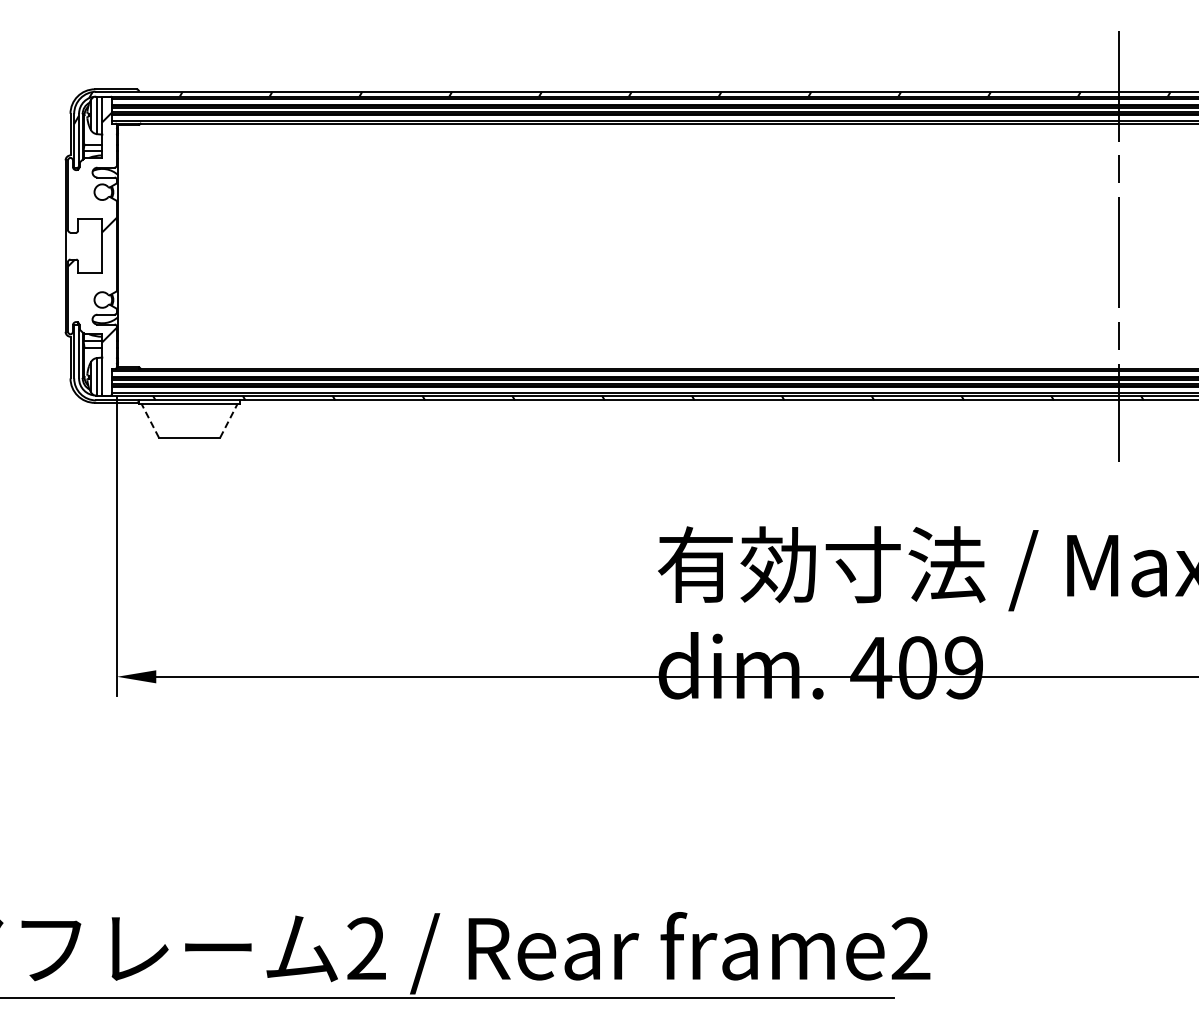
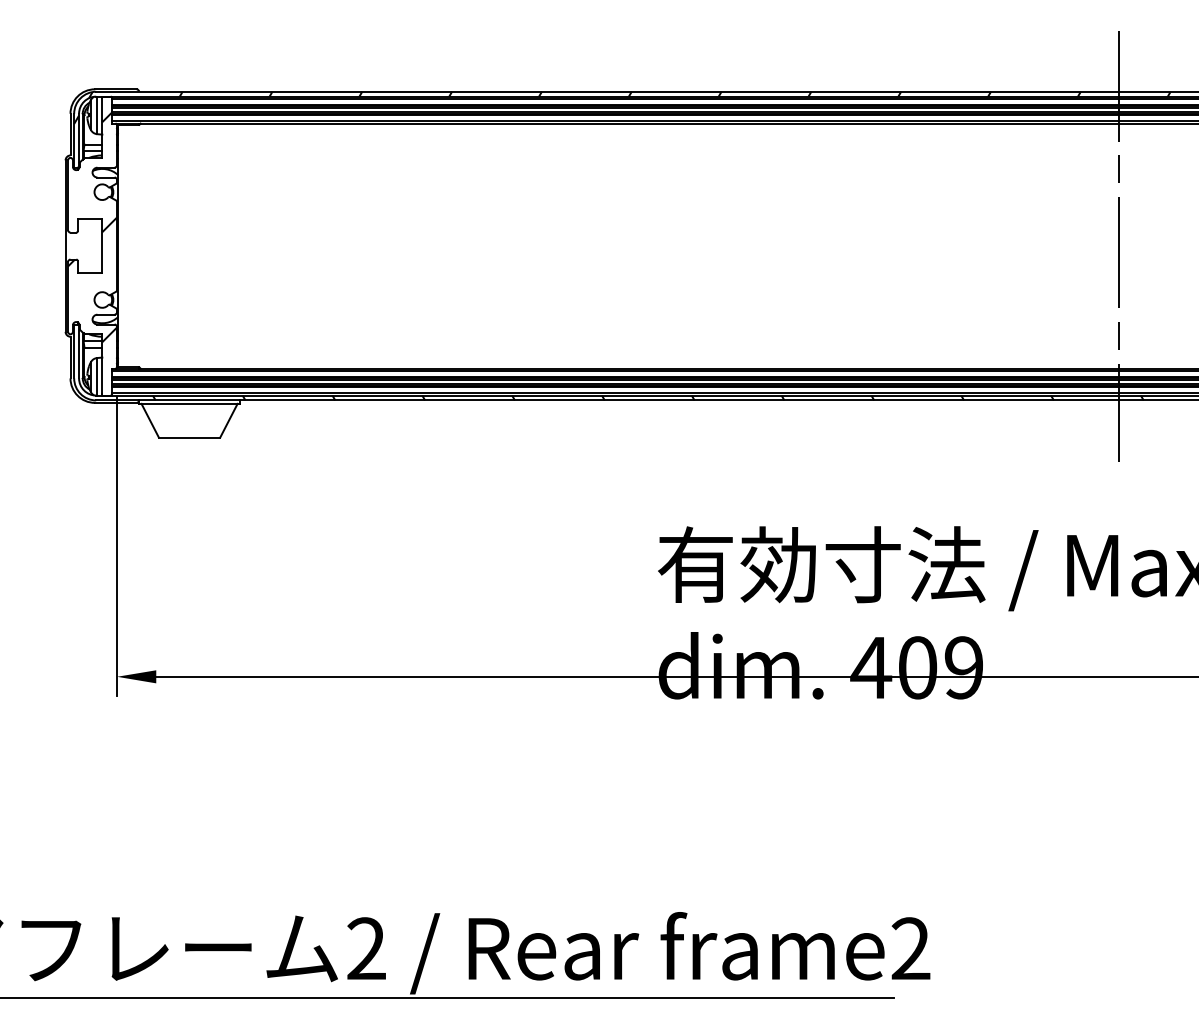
line at (150, 420): dashed -> solid
line at (229, 420): dashed -> solid
